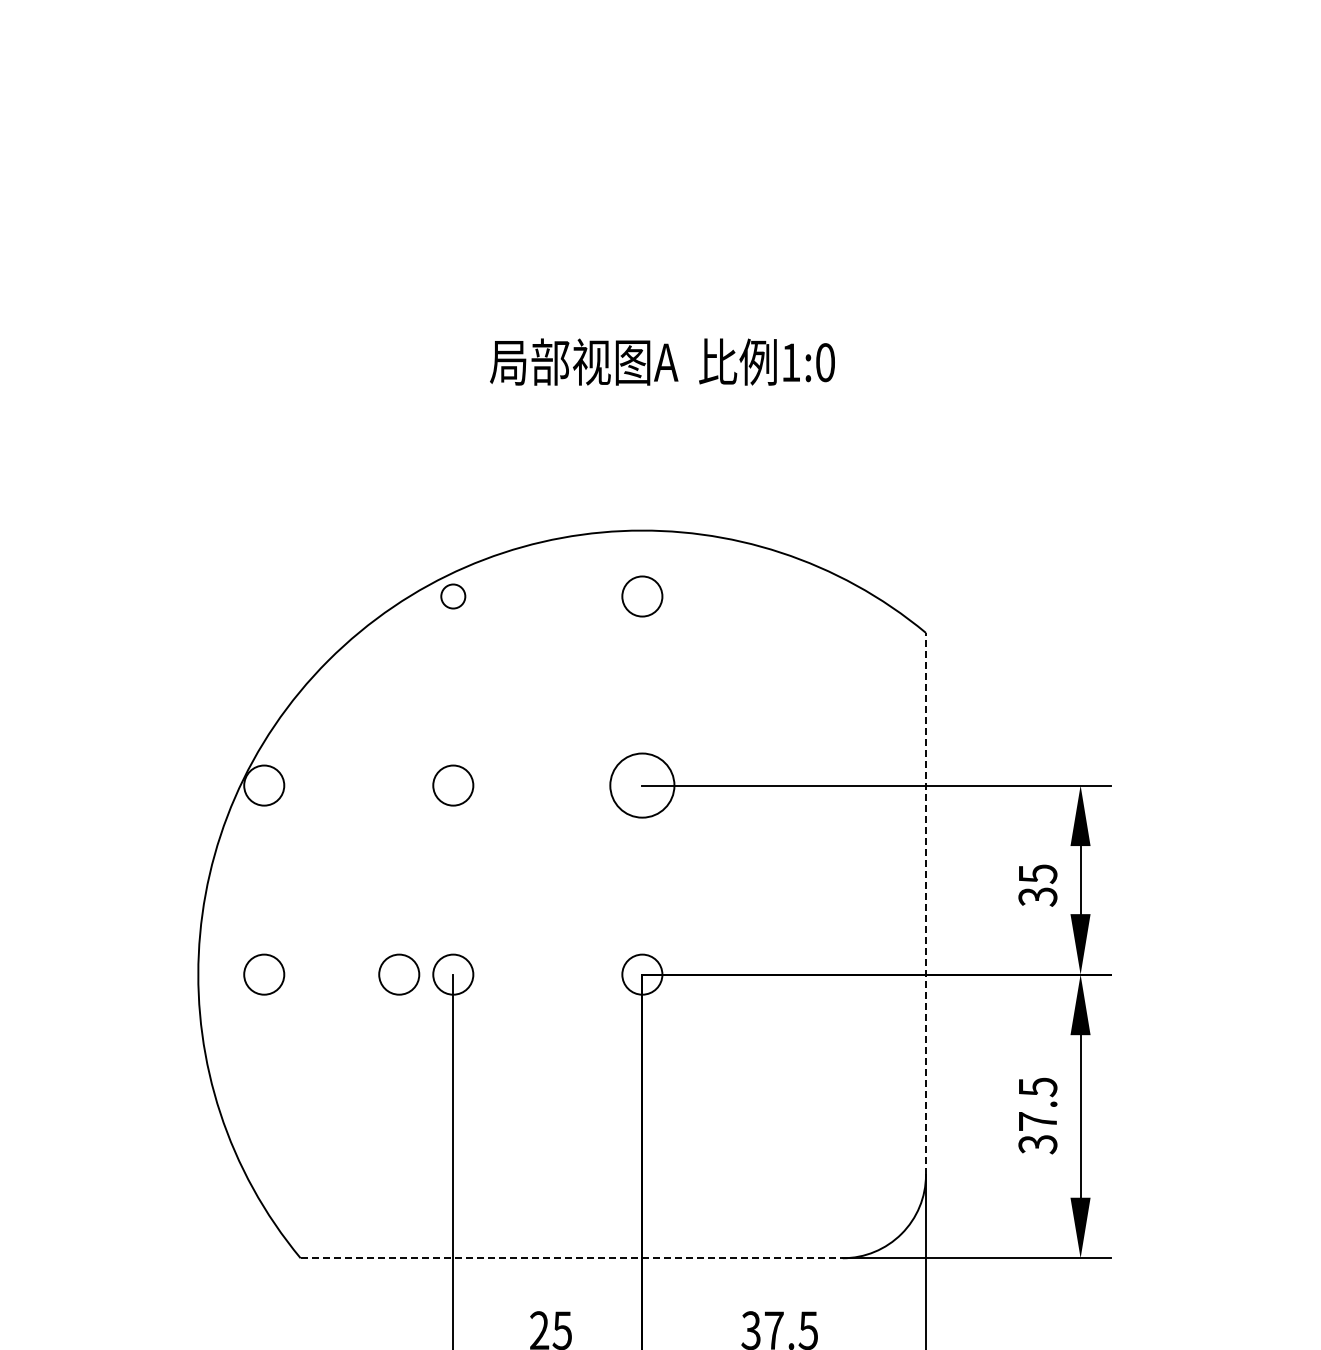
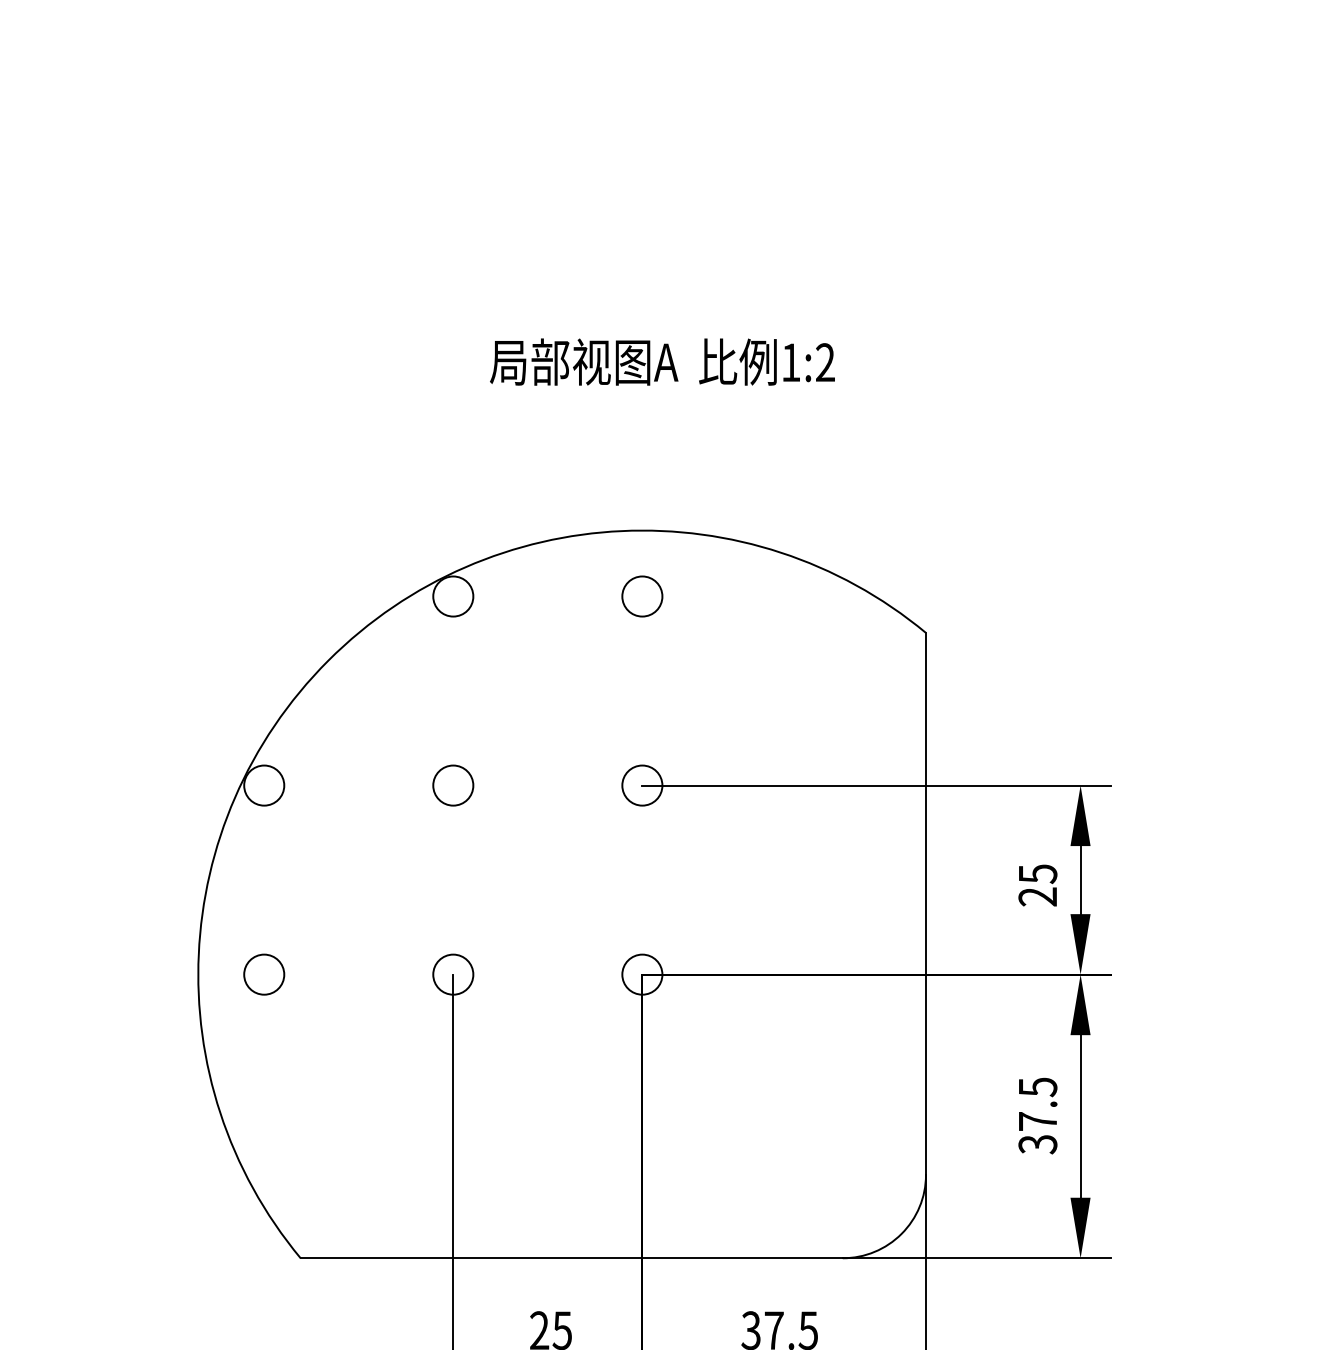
text at (825, 362): :0 -> :2
circle at (453, 596) diameter: 24 px -> 40 px
circle at (642, 785) diameter: 64 px -> 40 px
text at (1037, 896): 35 -> 25
line at (925, 903): dashed -> solid
circle at (399, 974): present -> none
line at (572, 1258): dashed -> solid
